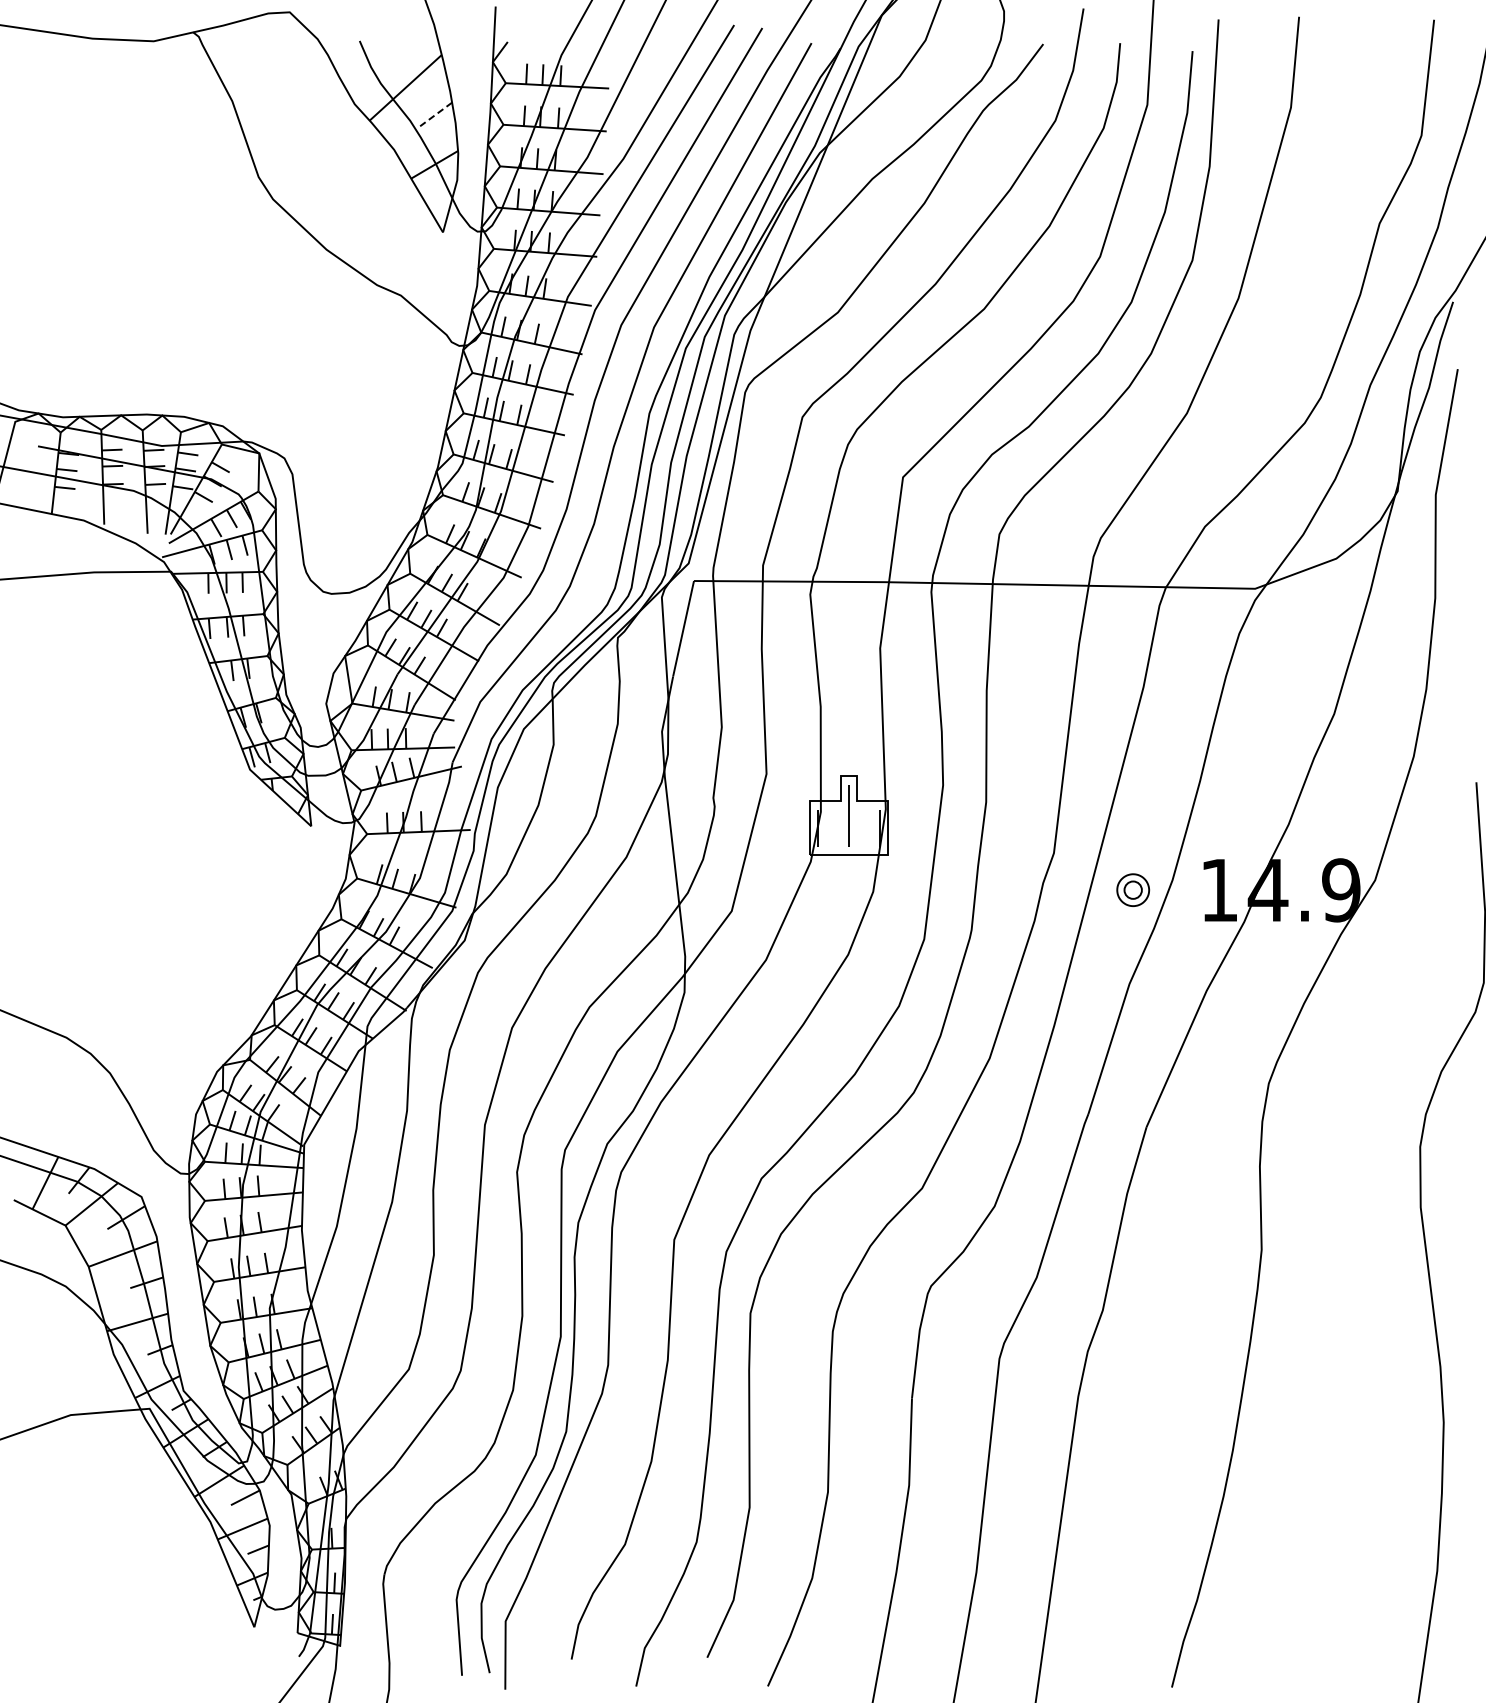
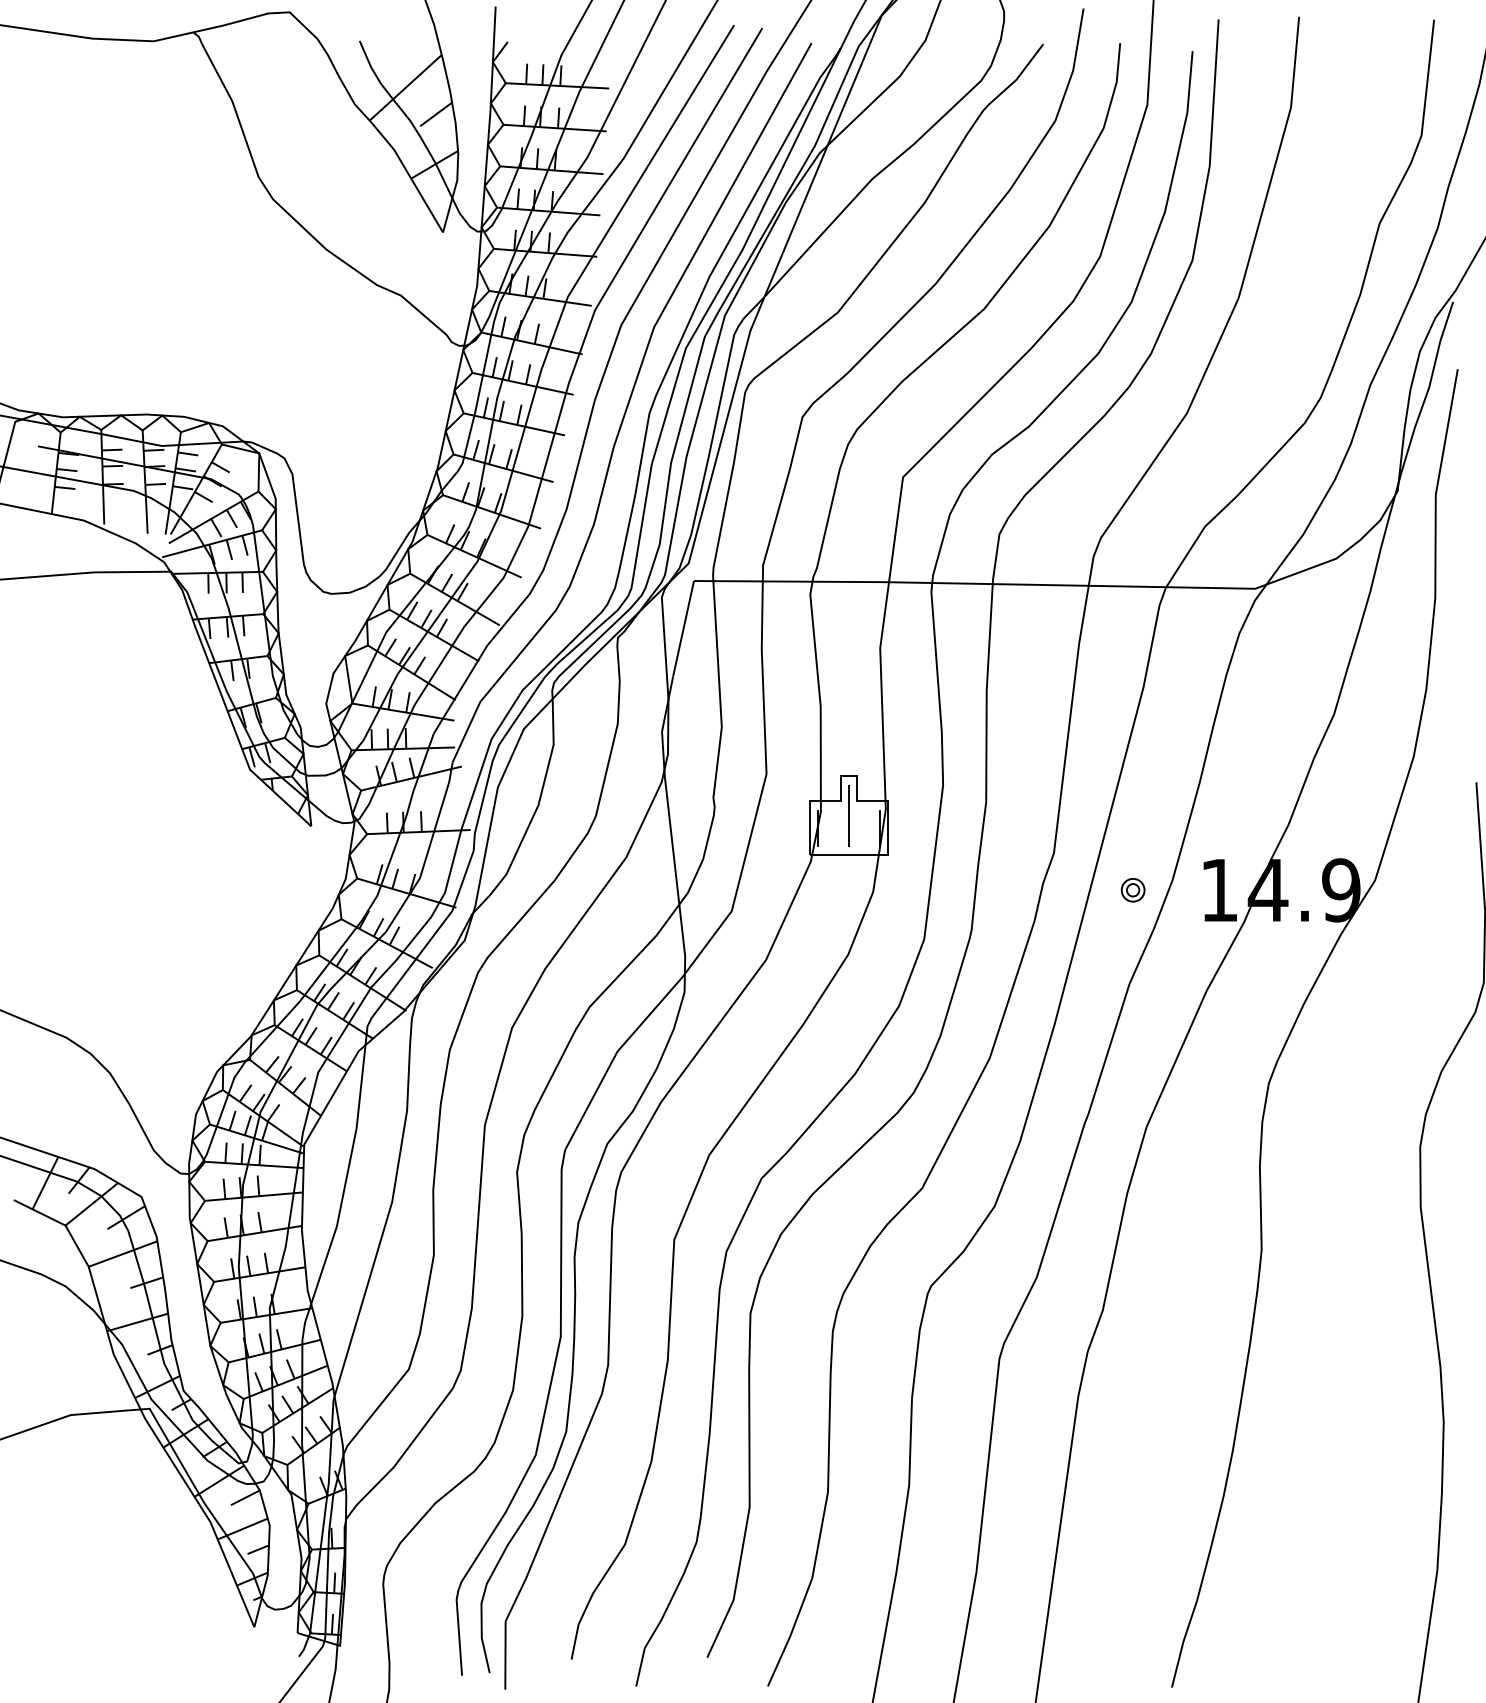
line at (436, 114): dashed -> solid
part at (1133, 889) size: 35x34 px -> 26x25 px
